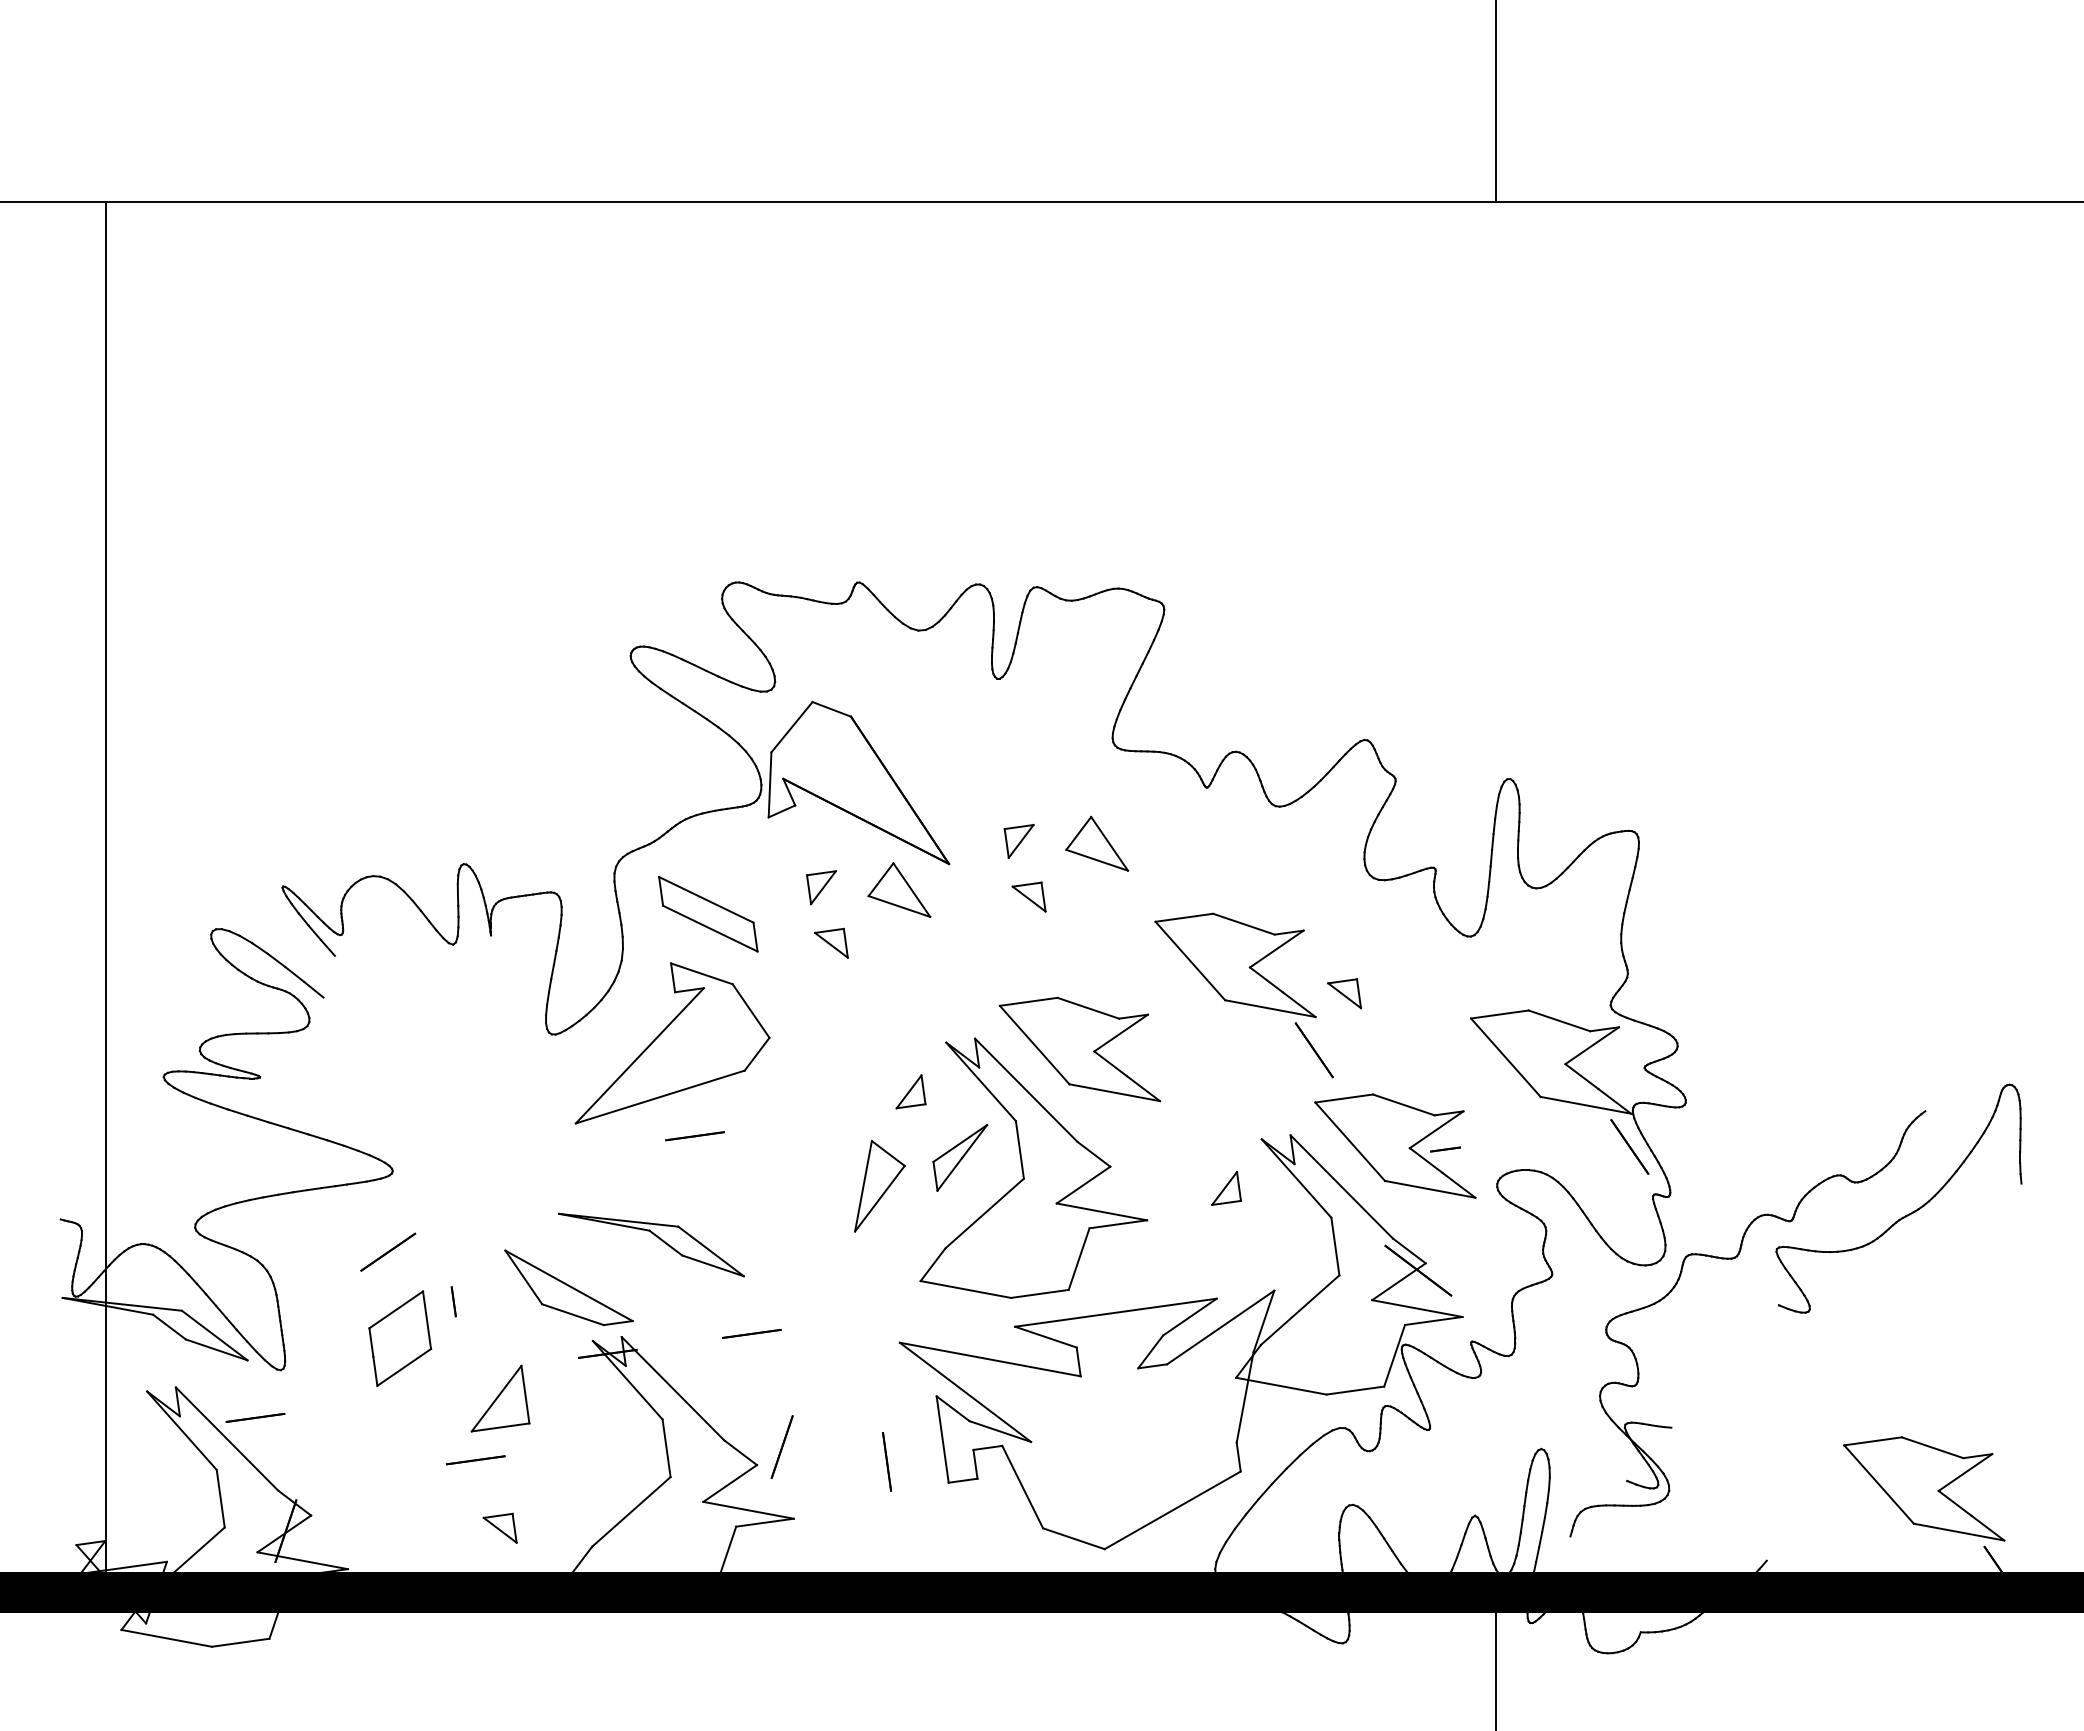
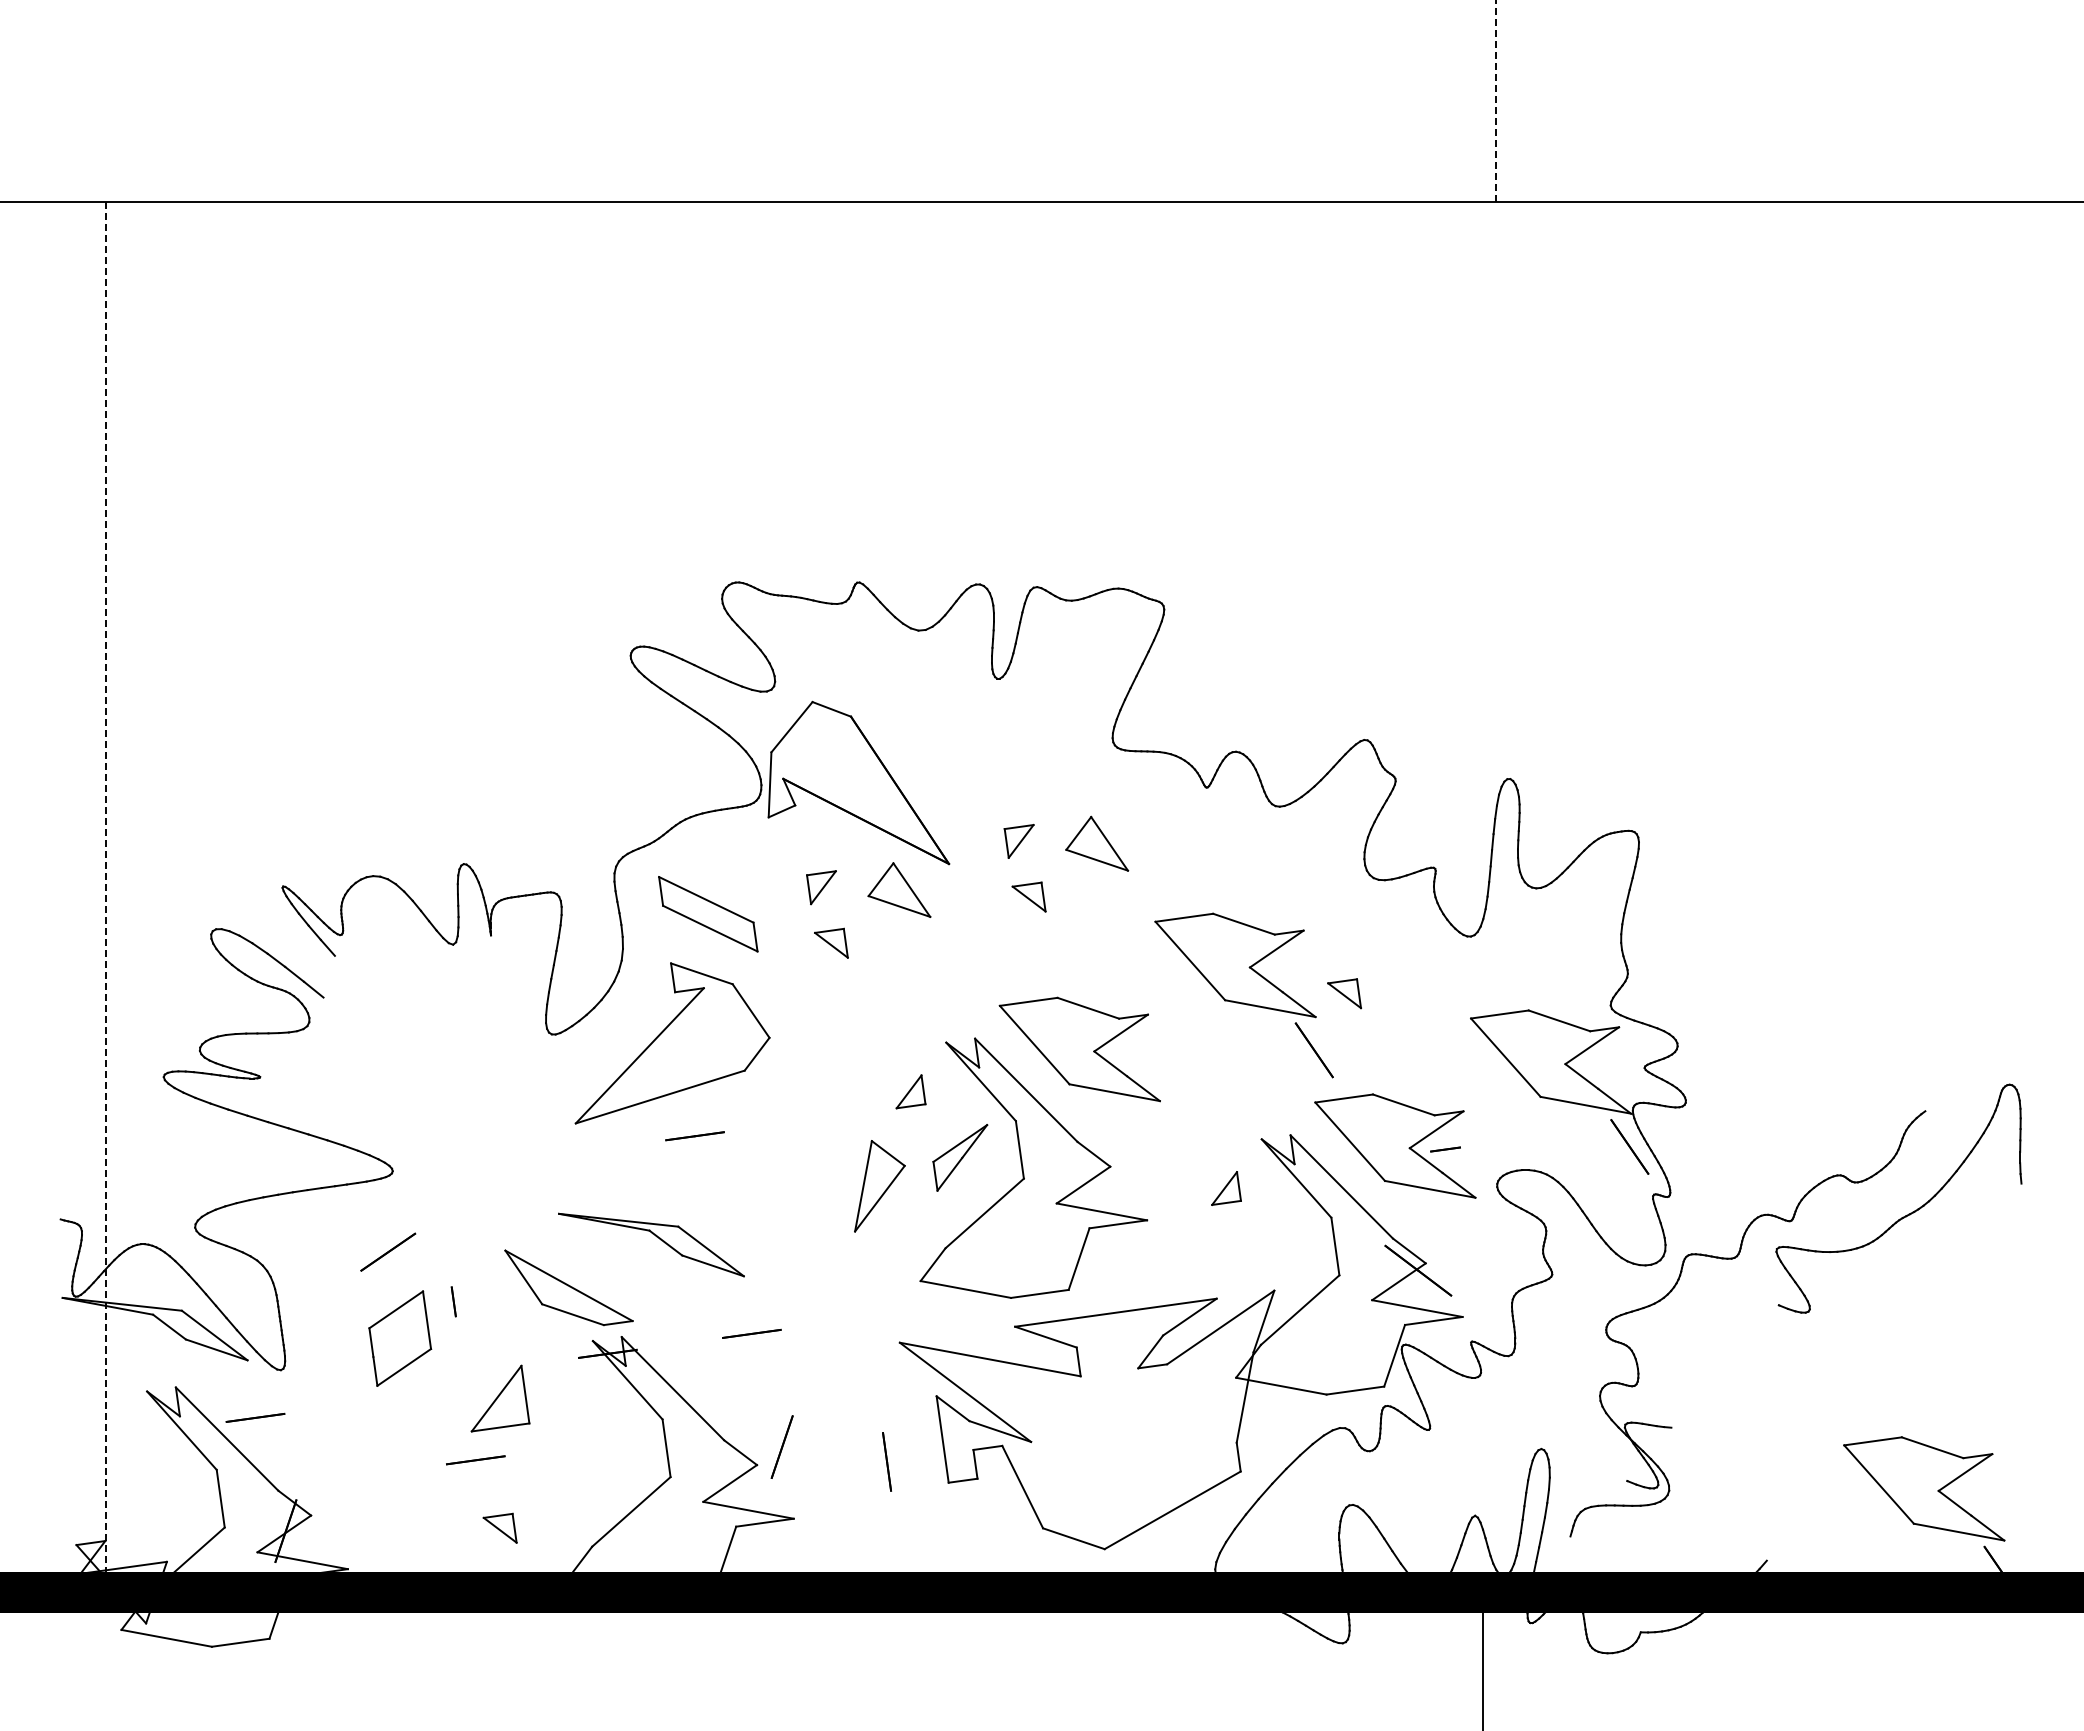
line at (1495, 101): solid -> dashed
line at (106, 897): solid -> dashed
line at (1495, 1659) position: (1495, 1659) -> (1482, 1659)
